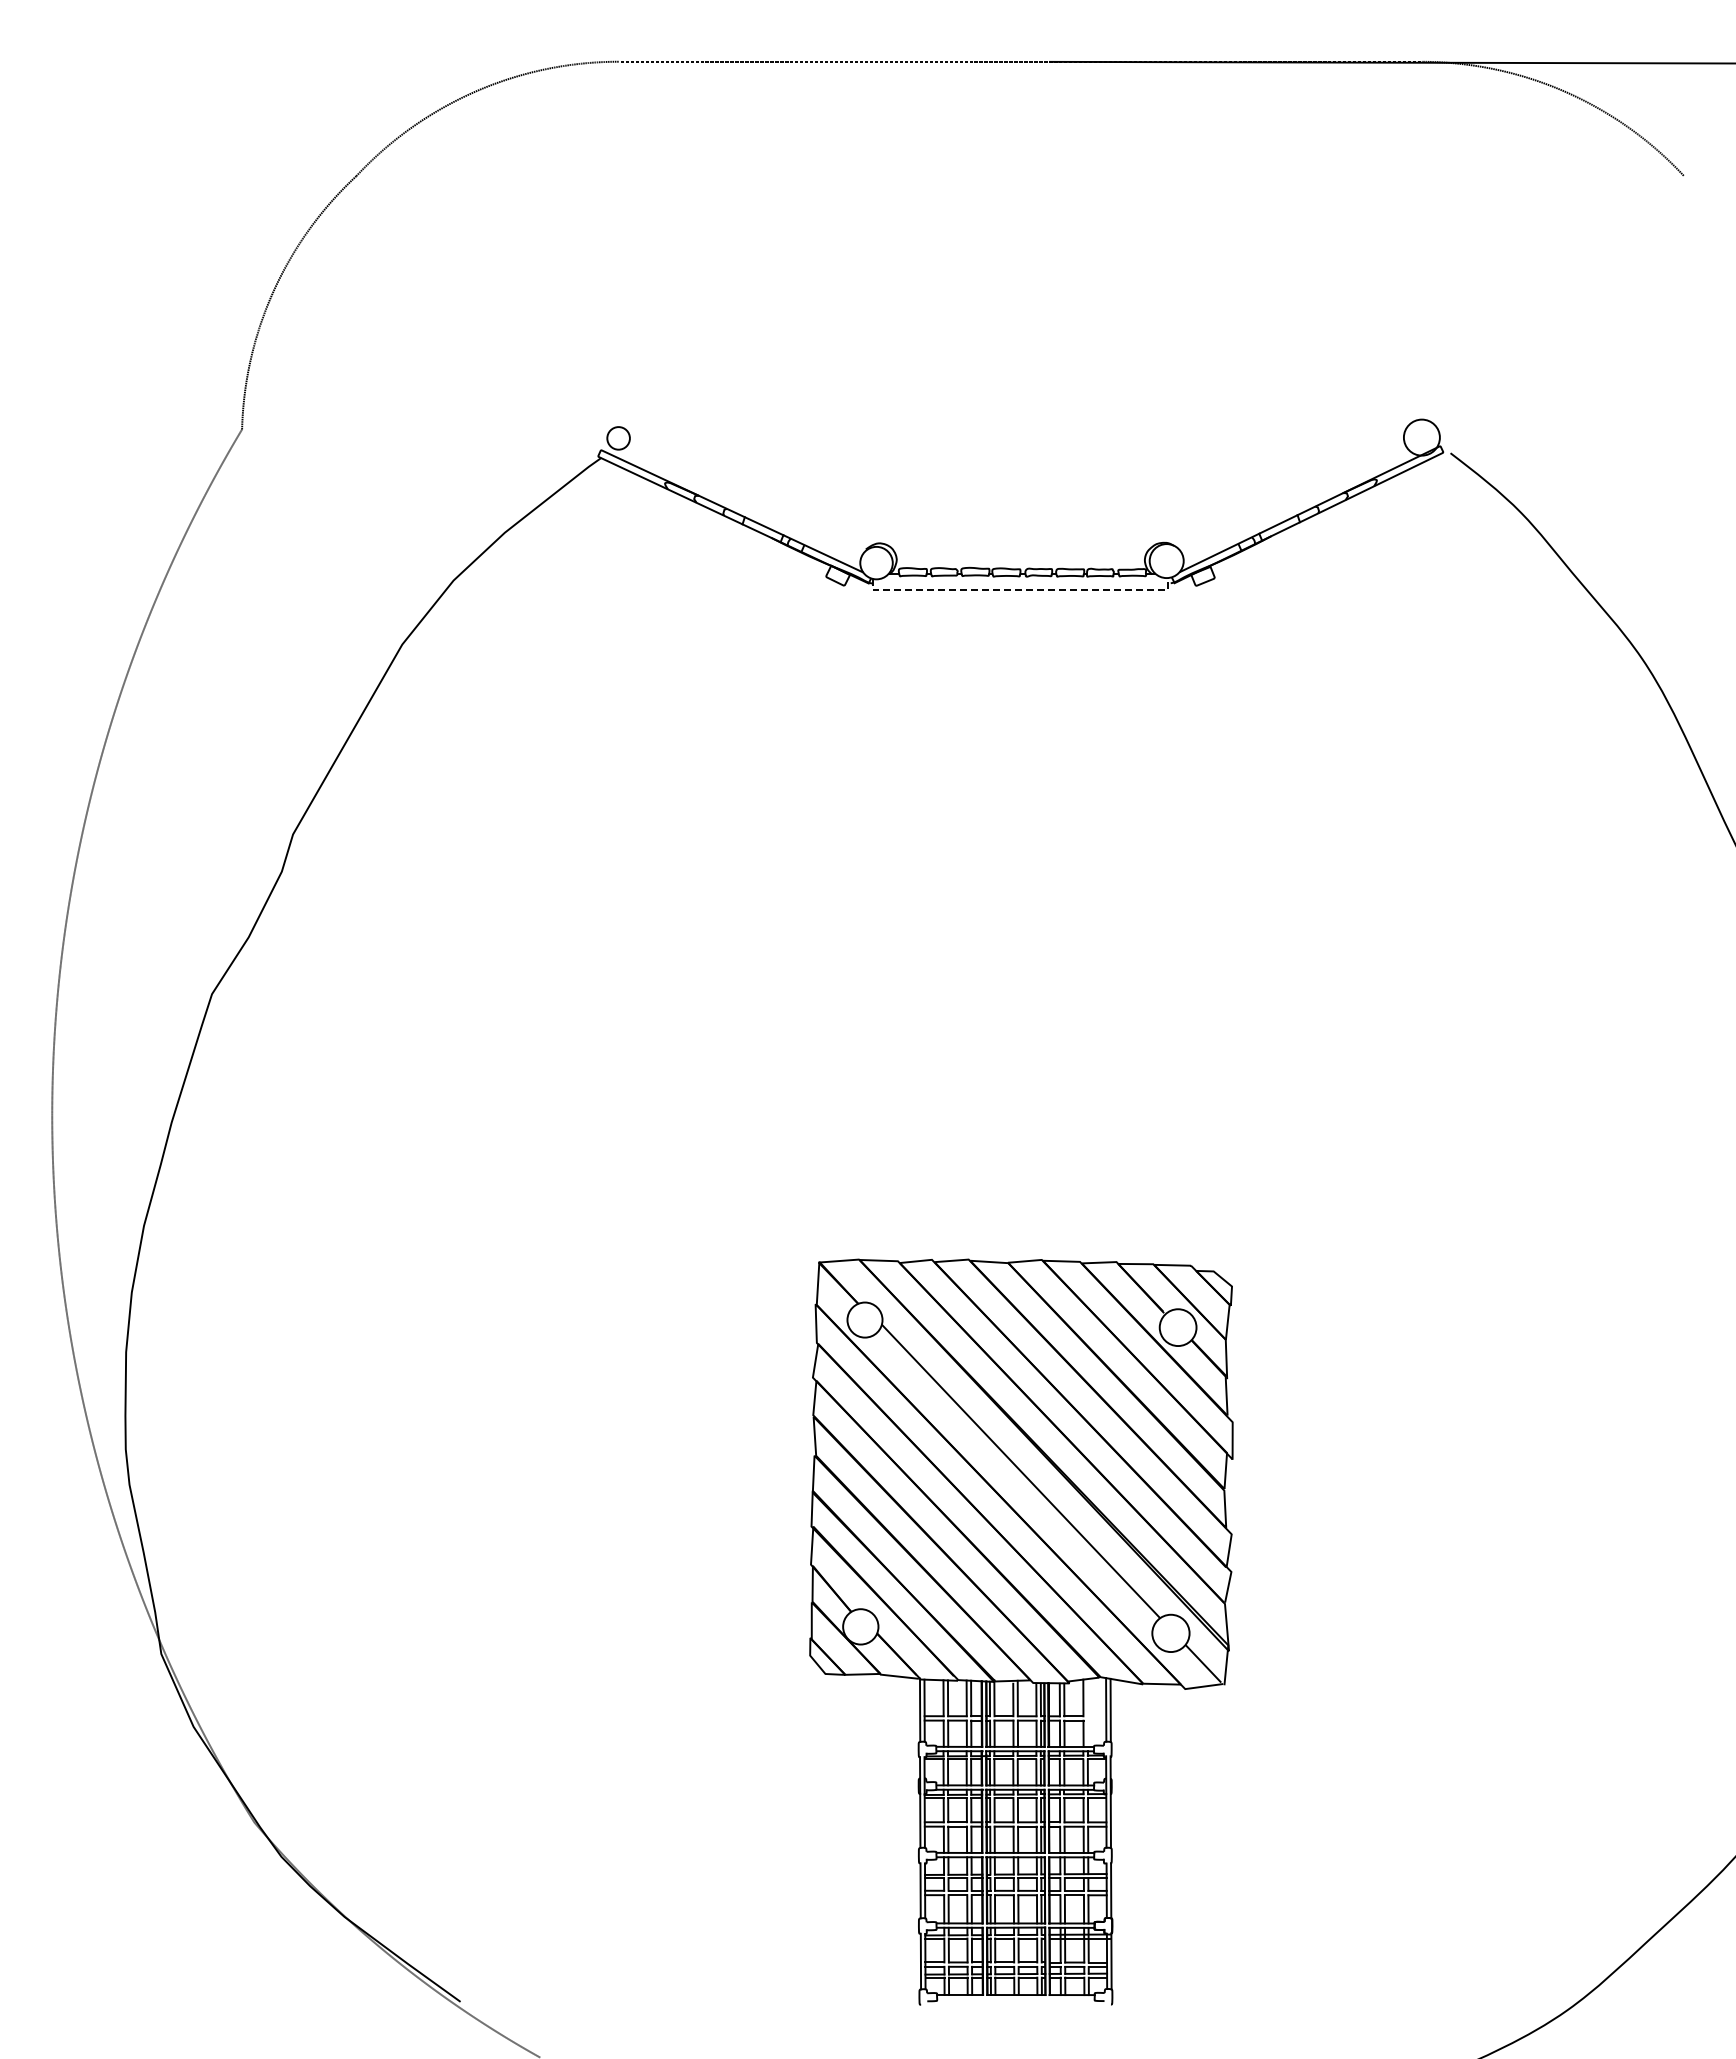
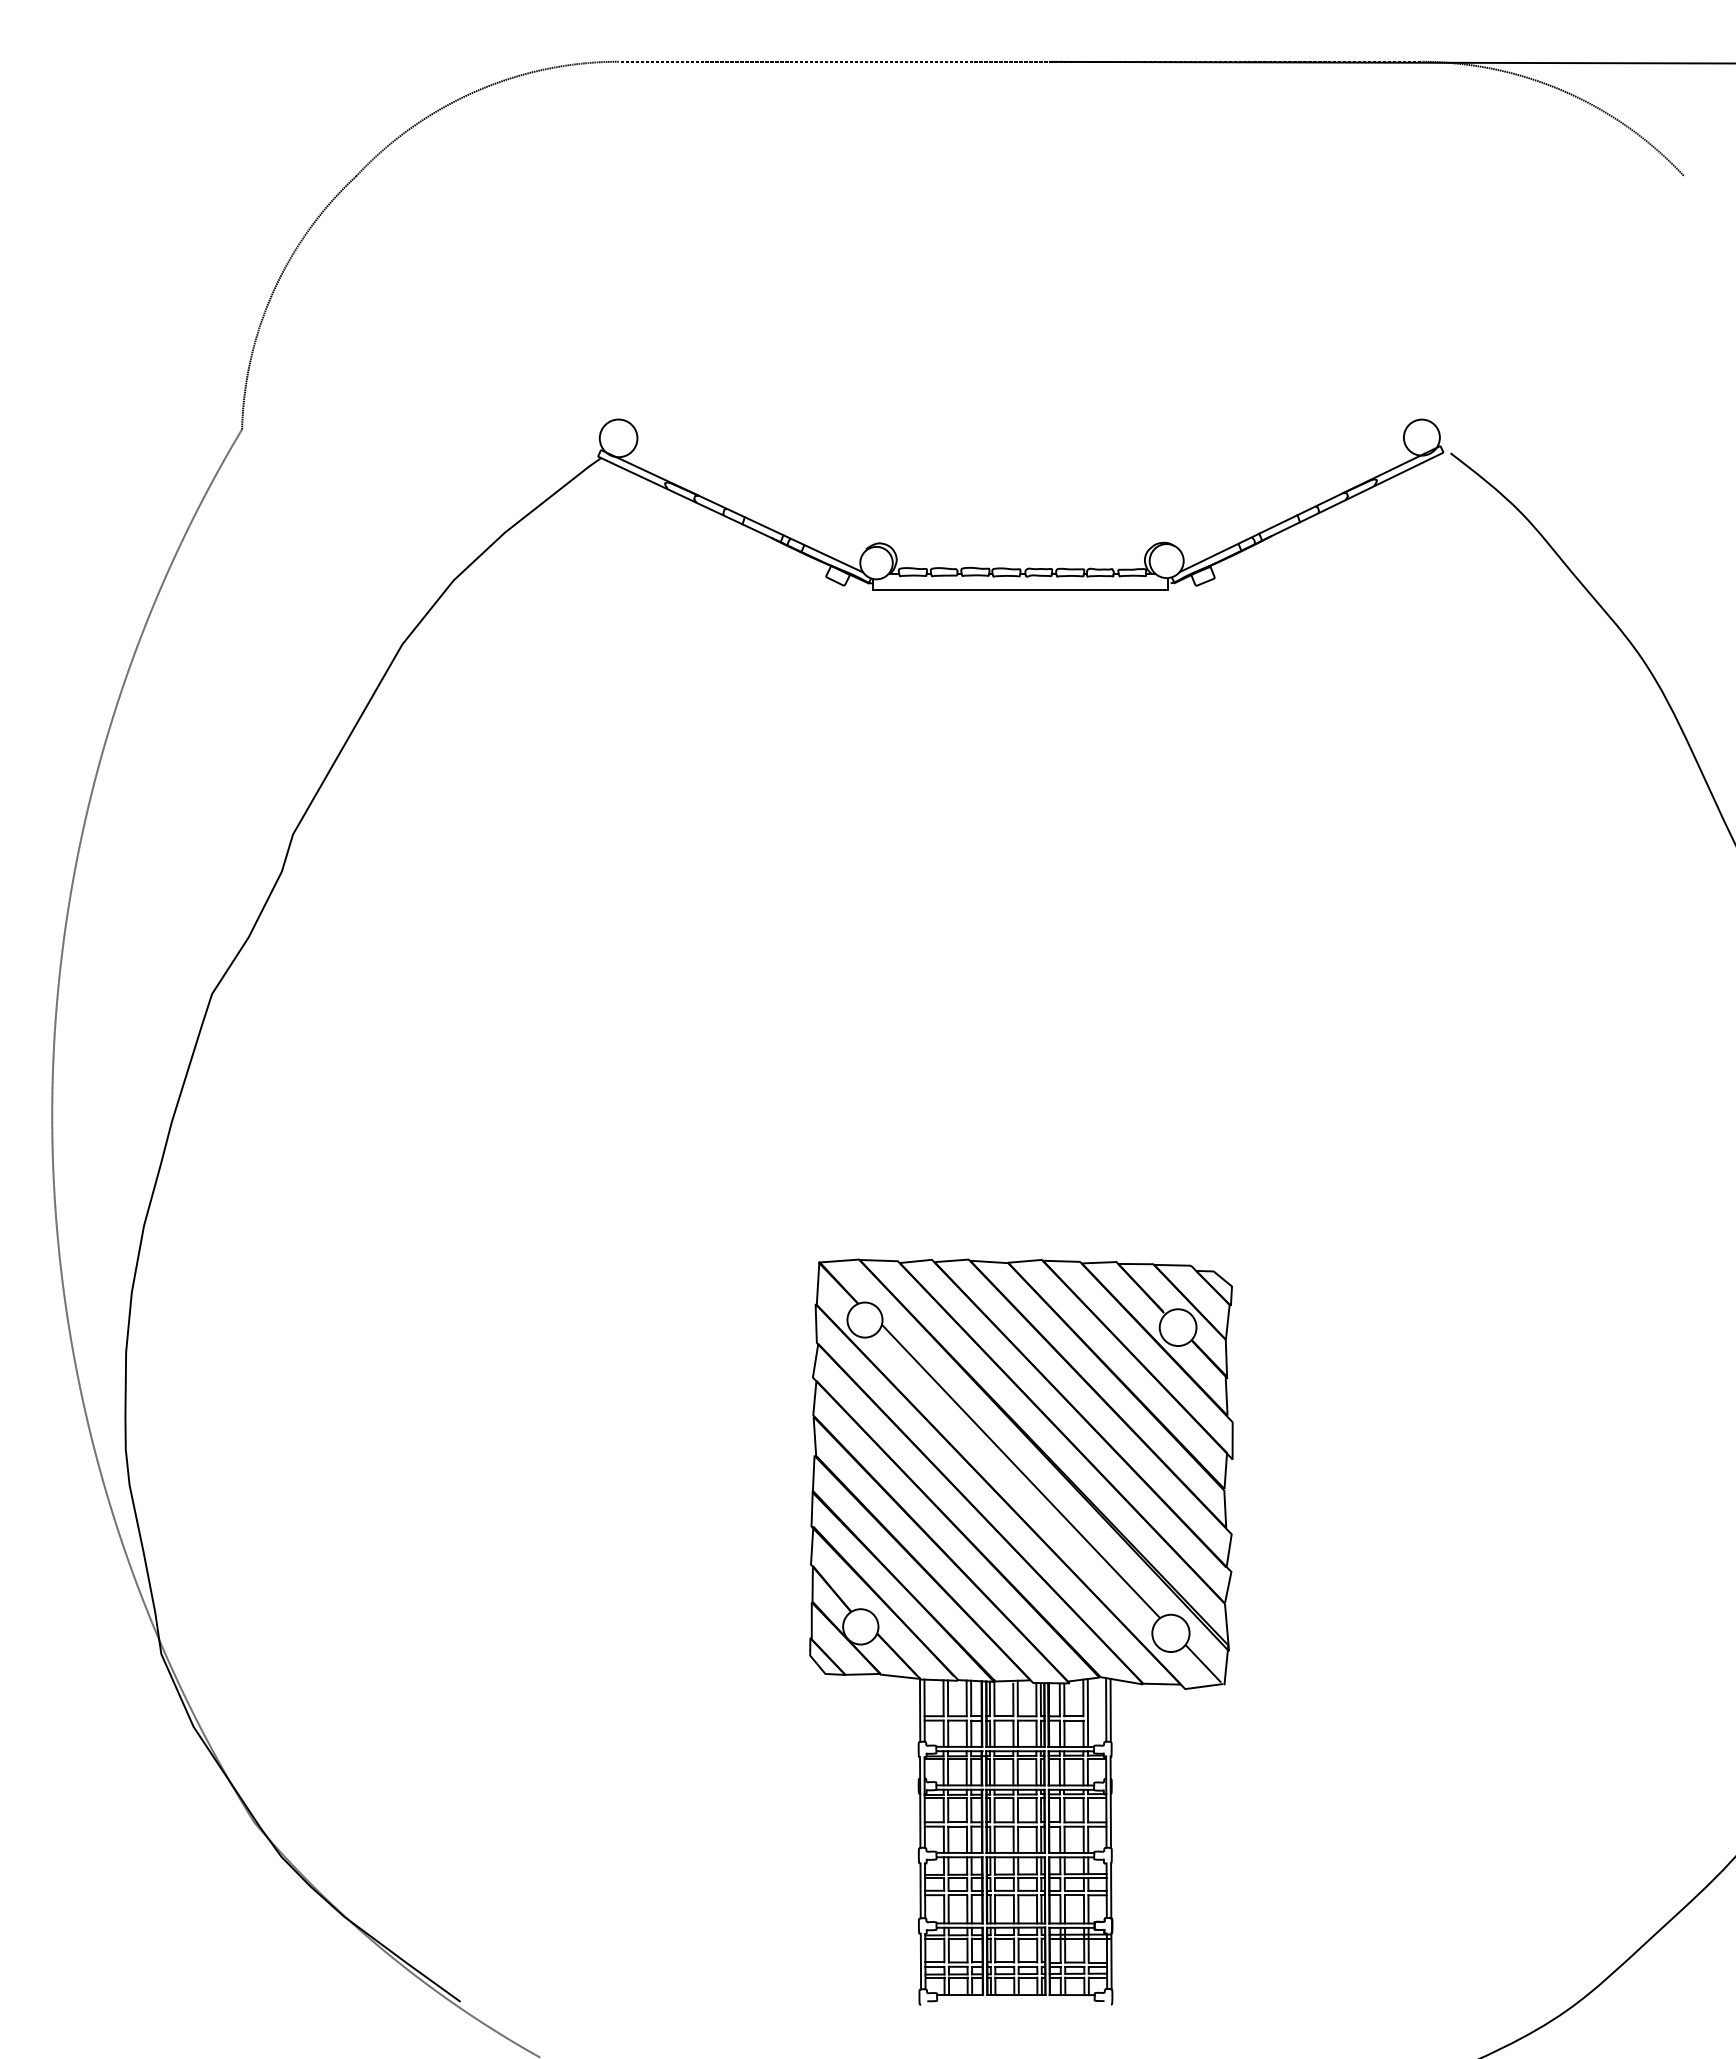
circle at (618, 438) diameter: 23 px -> 38 px
line at (1021, 590): dashed -> solid
line at (1087, 1712): none -> present
